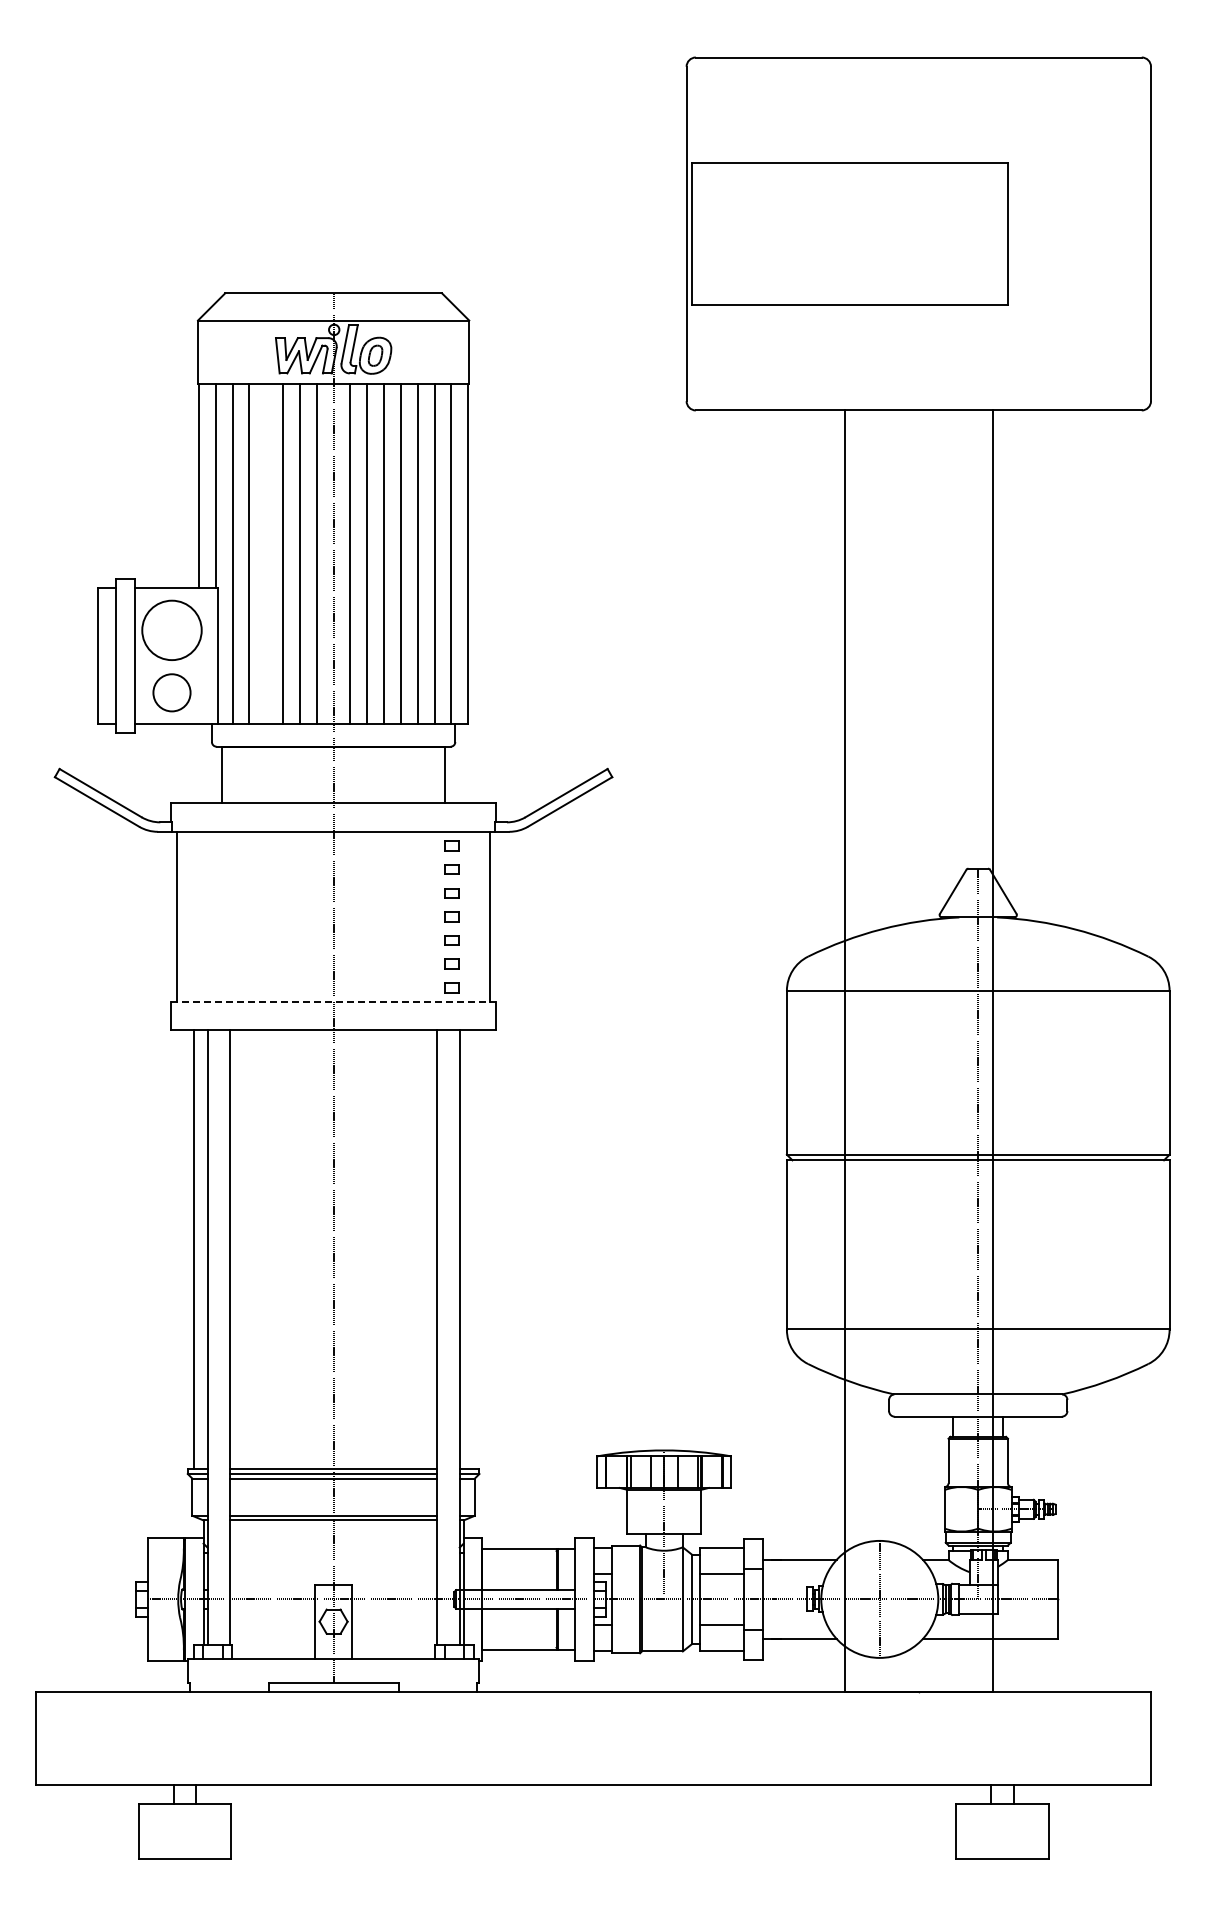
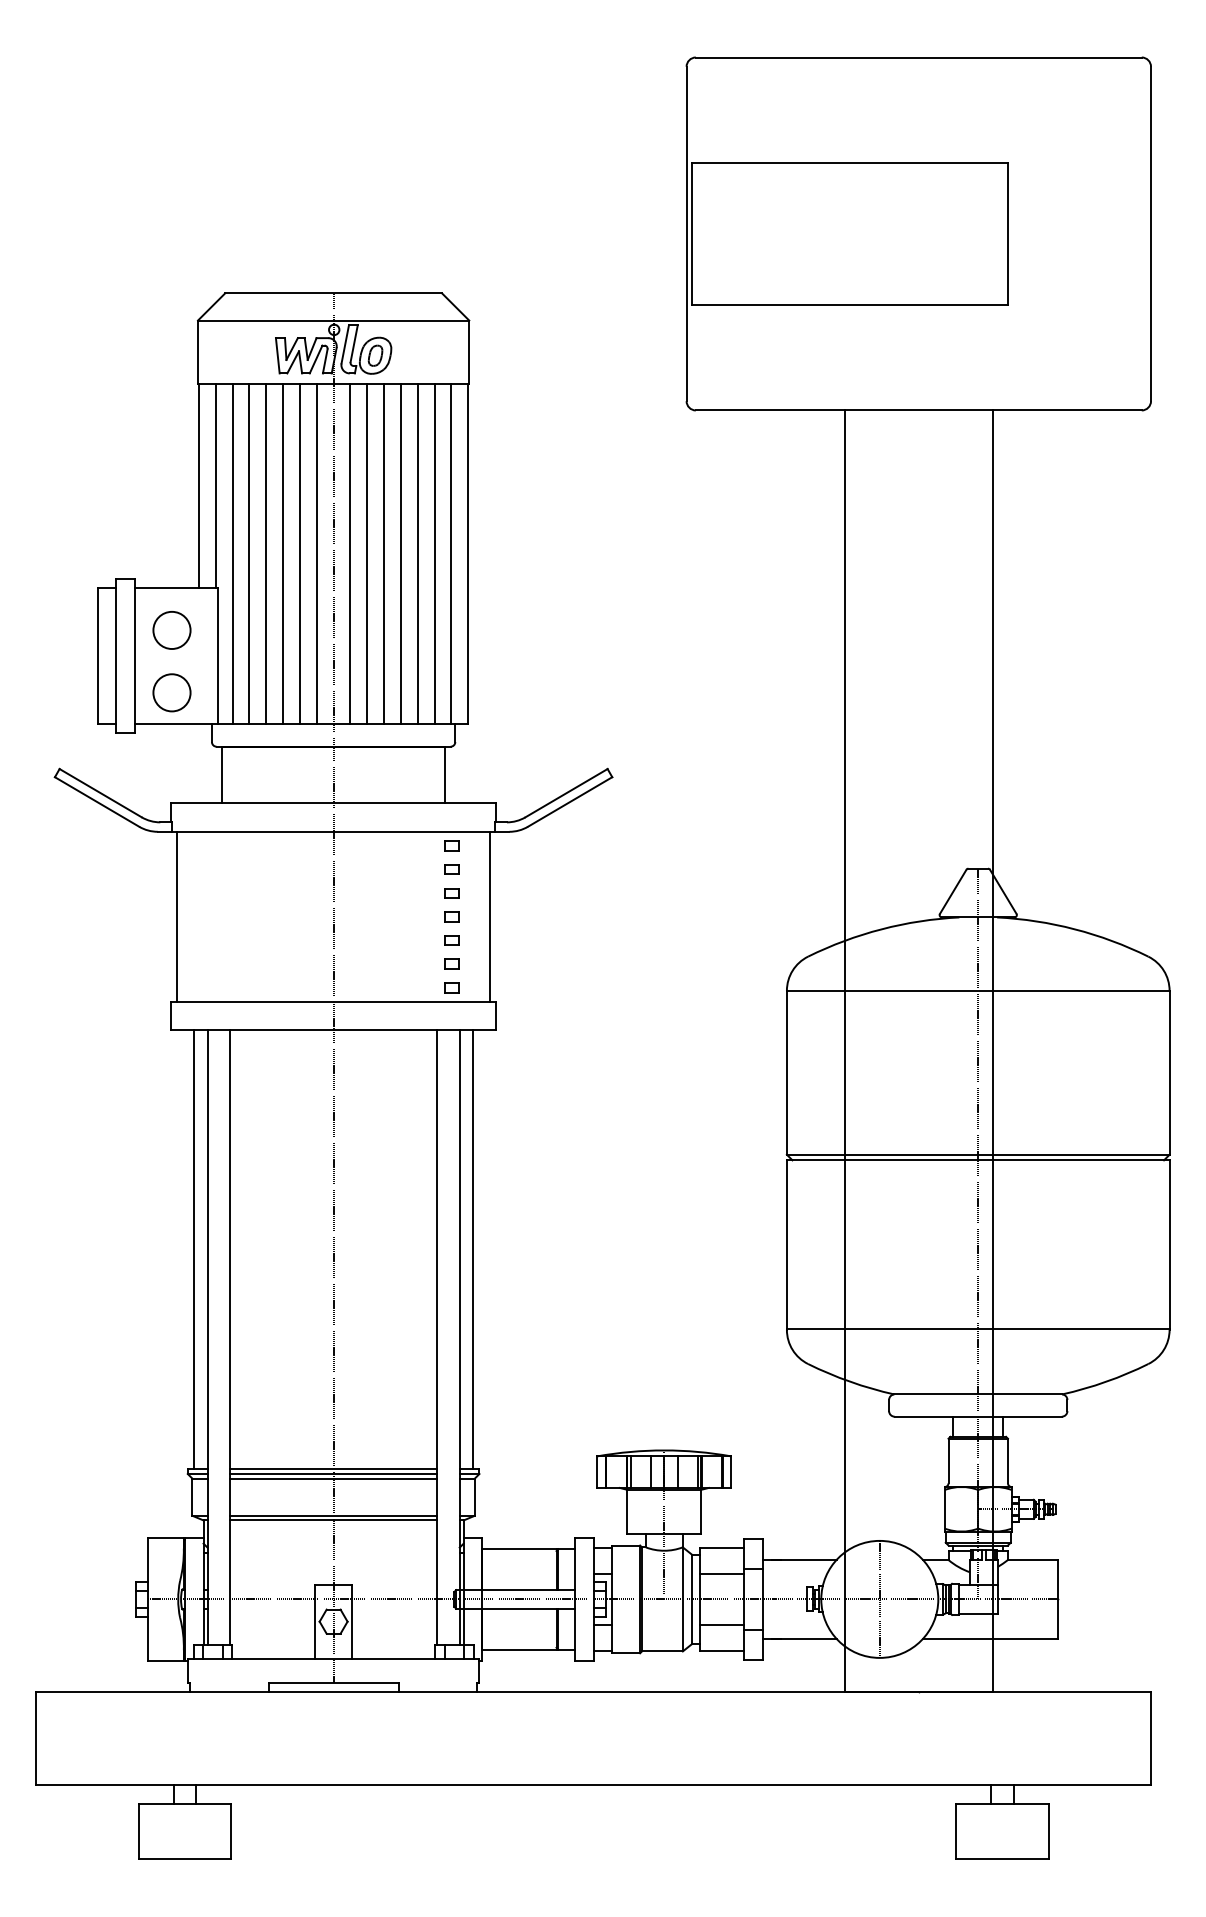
line at (266, 554): none -> present
circle at (171, 630) diameter: 59 px -> 37 px
line at (333, 1002): dashed -> solid
line at (472, 1249): none -> present
